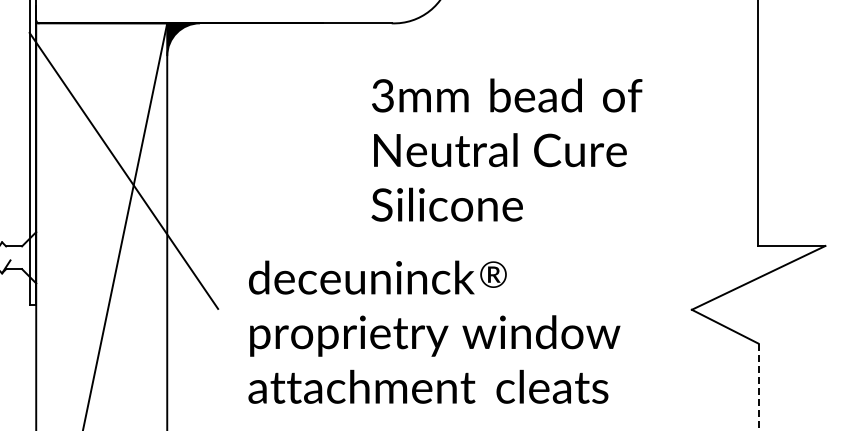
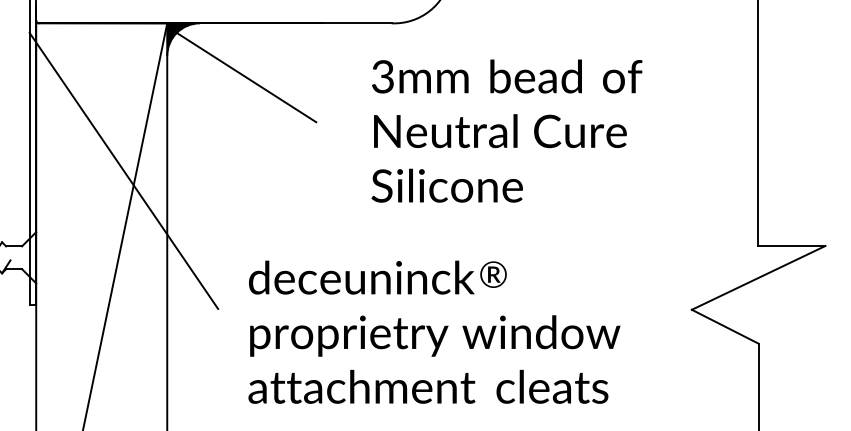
line at (246, 77): none -> present
text at (506, 149) position: (506, 149) -> (506, 130)
line at (758, 387): dashed -> solid
